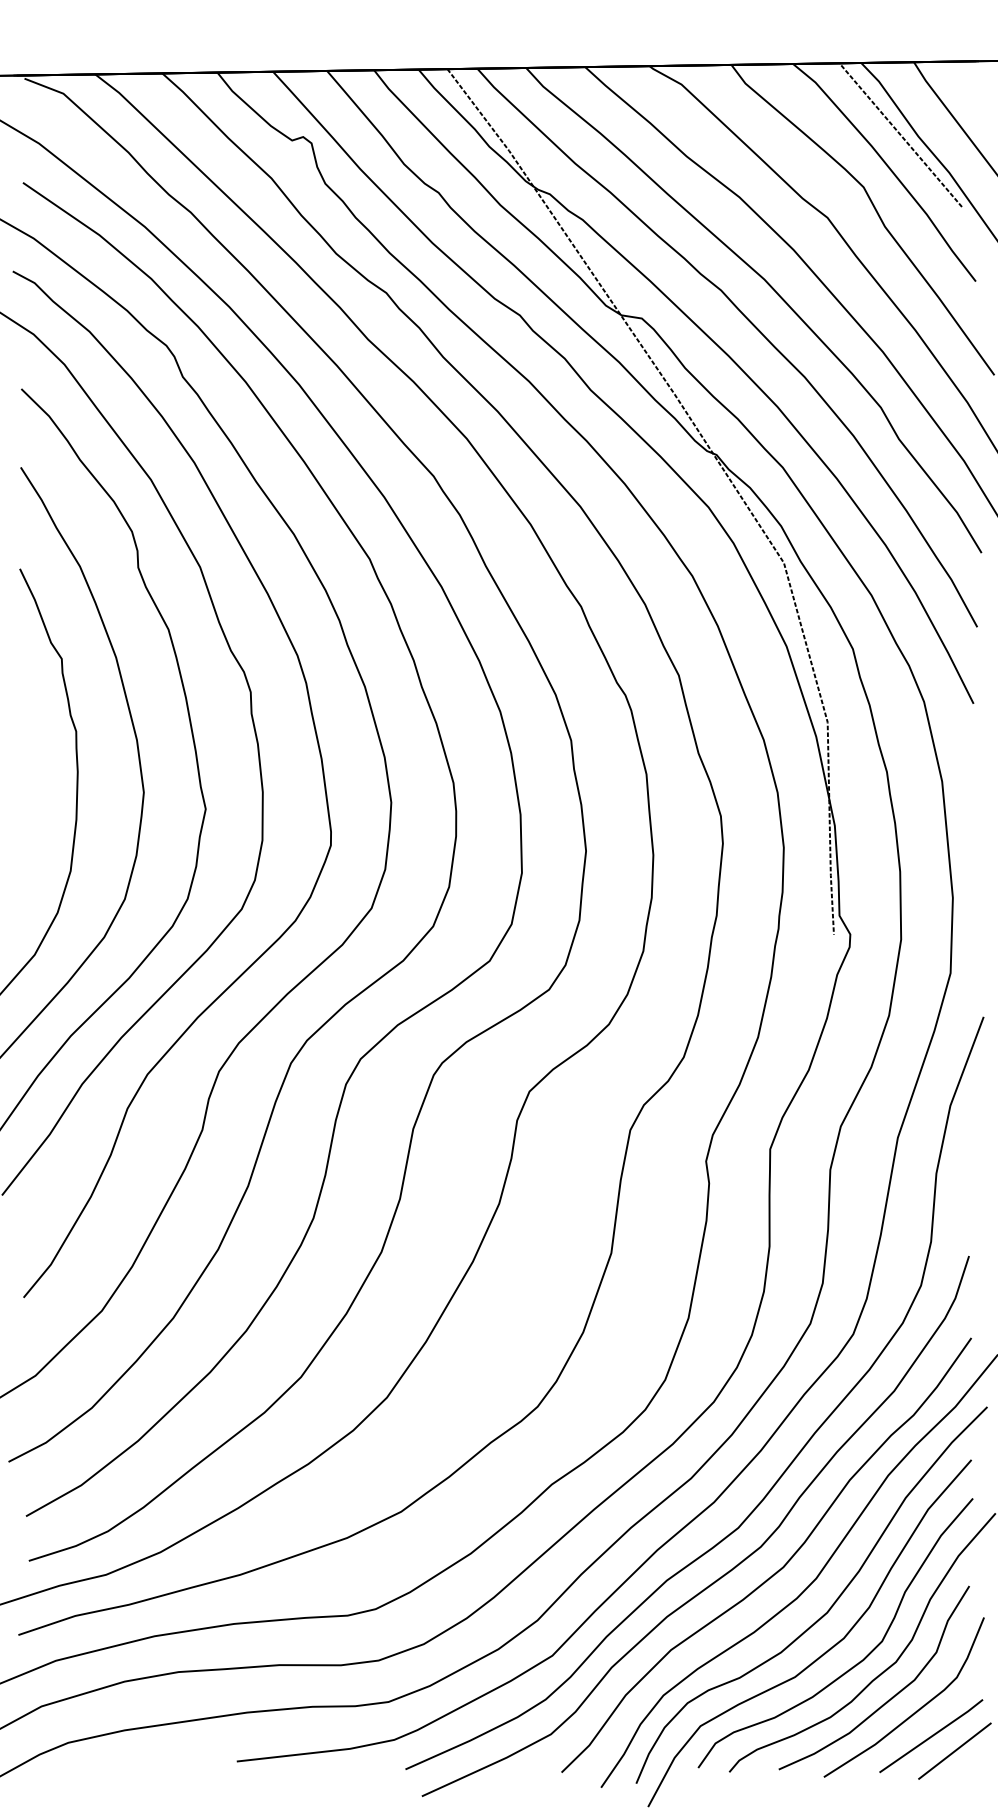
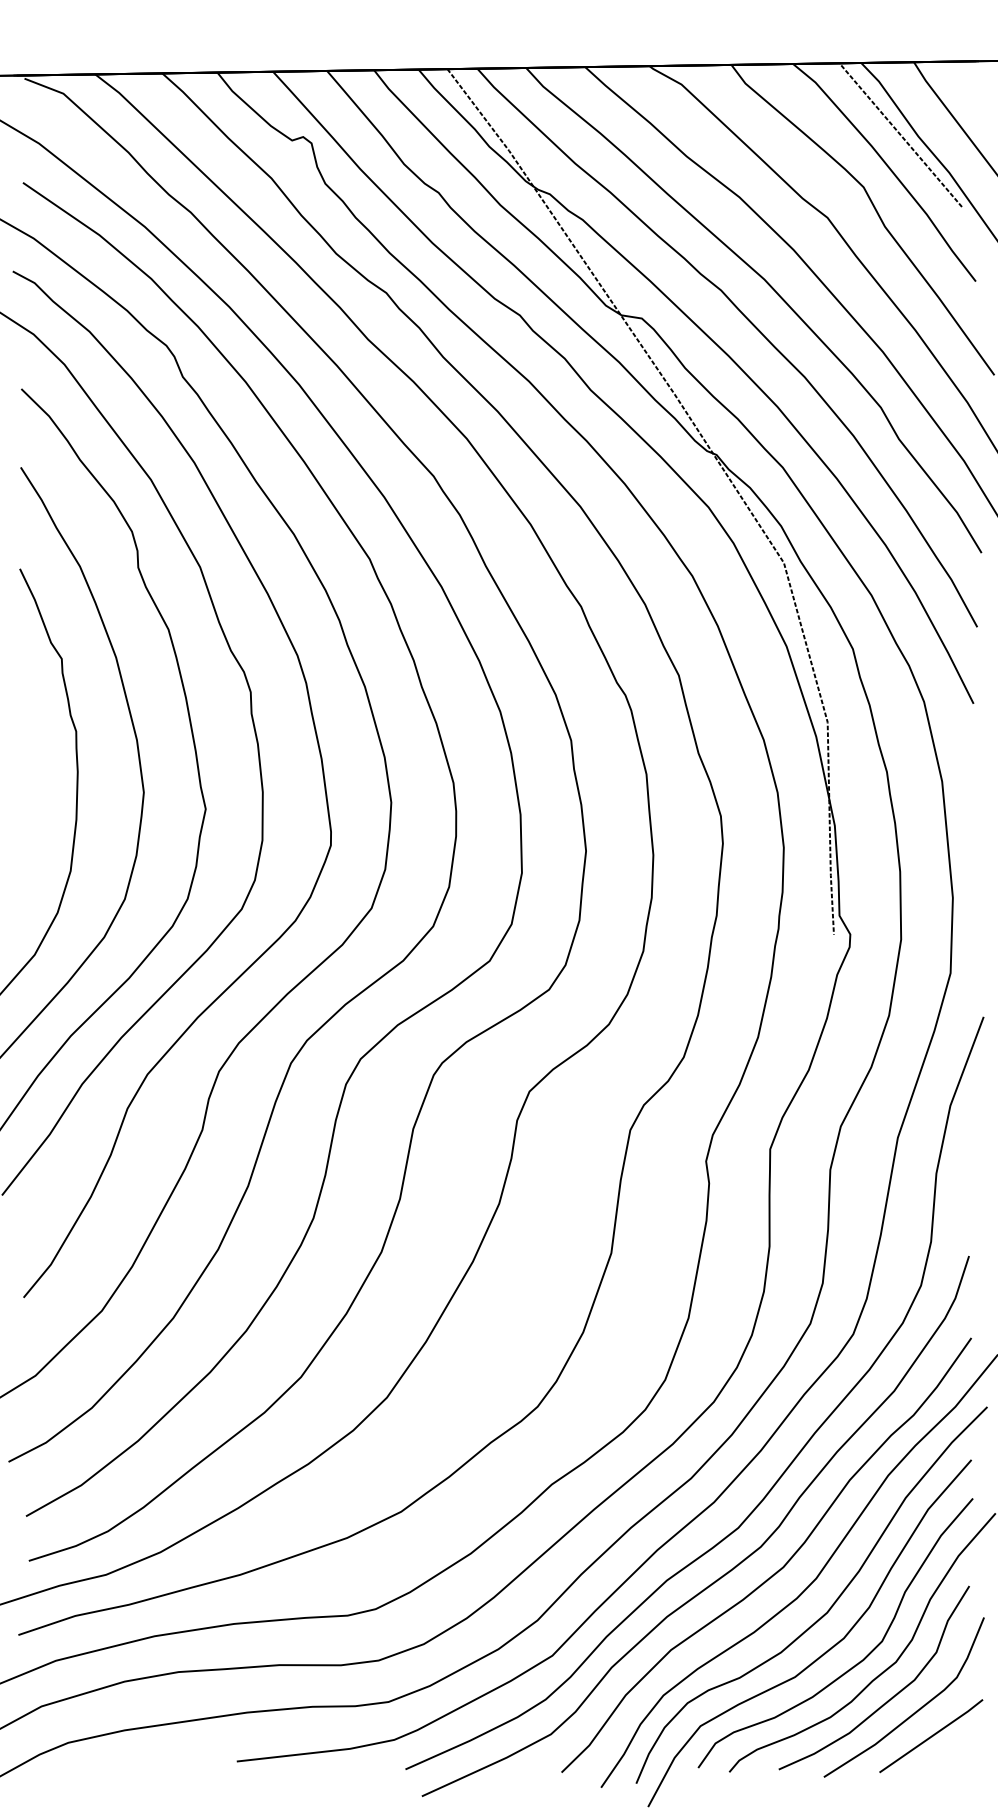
line at (954, 1750): present -> none
